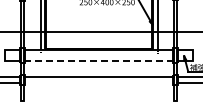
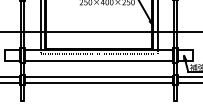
line at (98, 54): none -> present
line at (98, 61): dashed -> solid
line at (99, 83): none -> present
